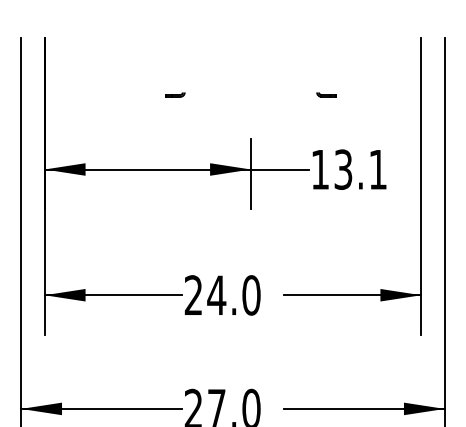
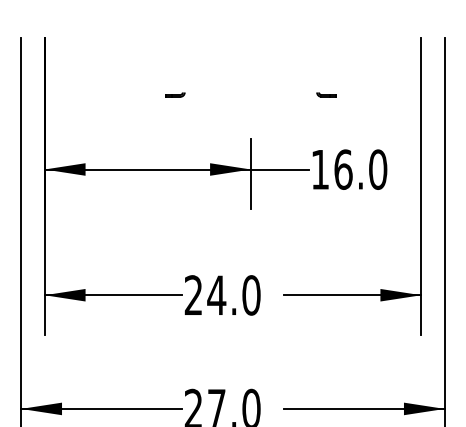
text at (360, 169): 13.1 -> 16.0
